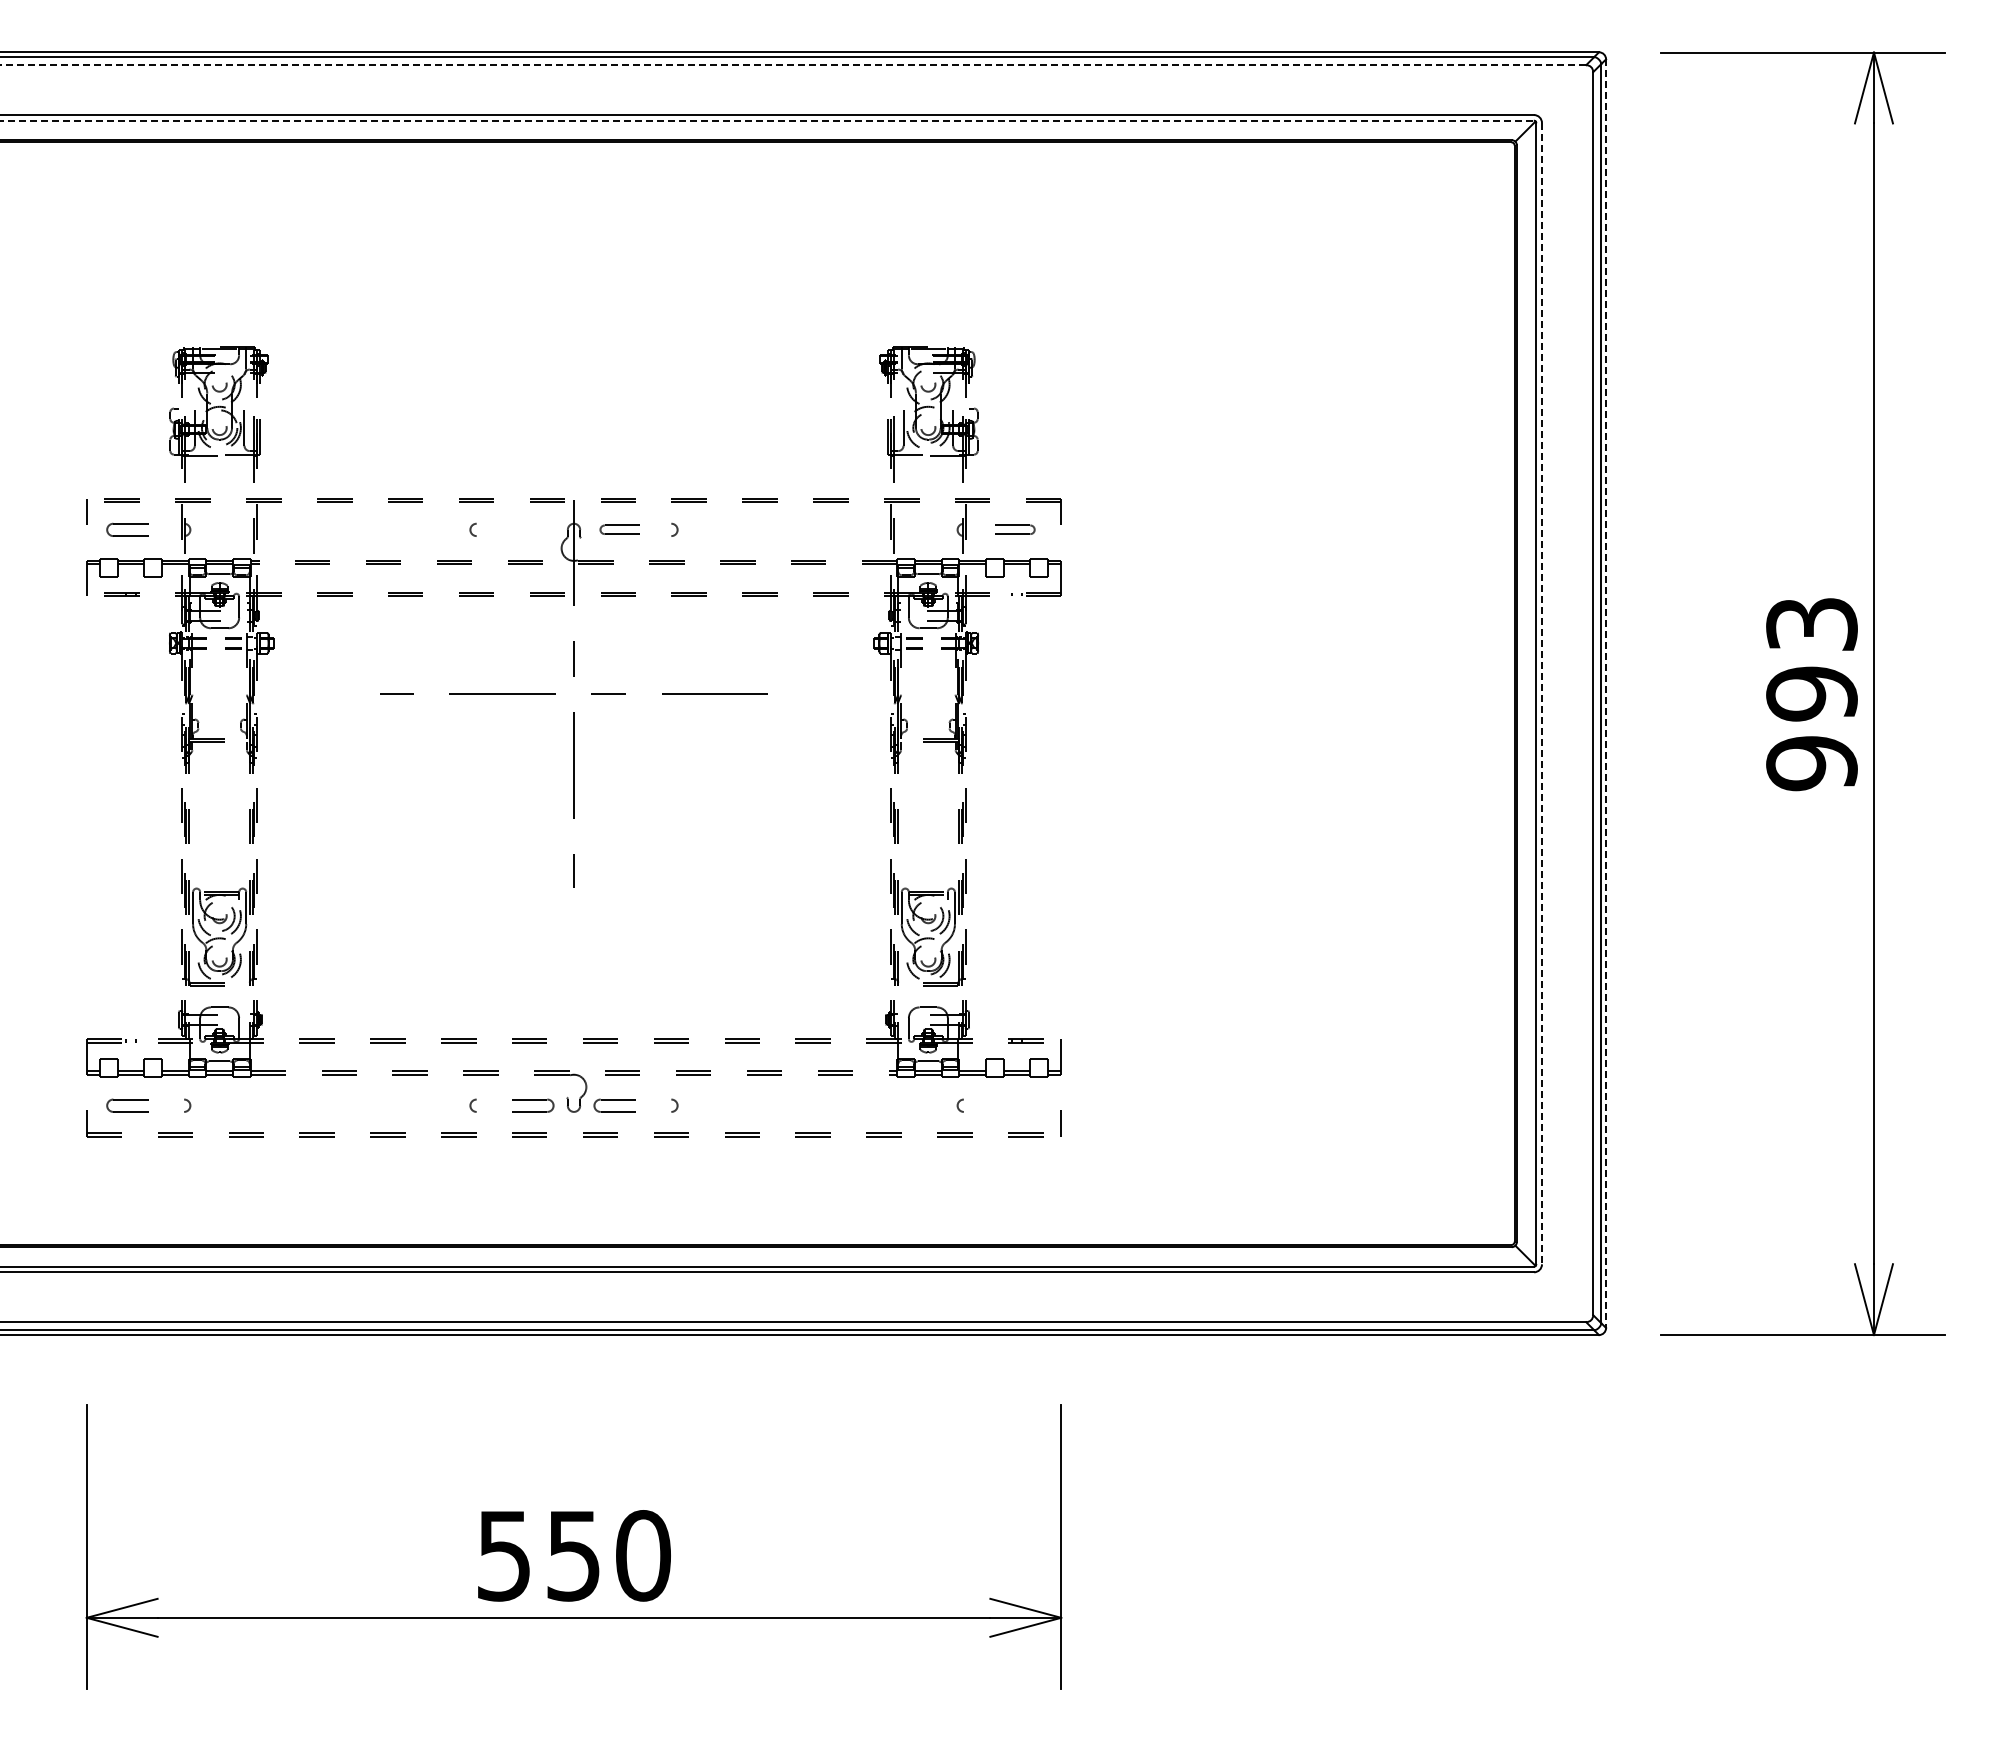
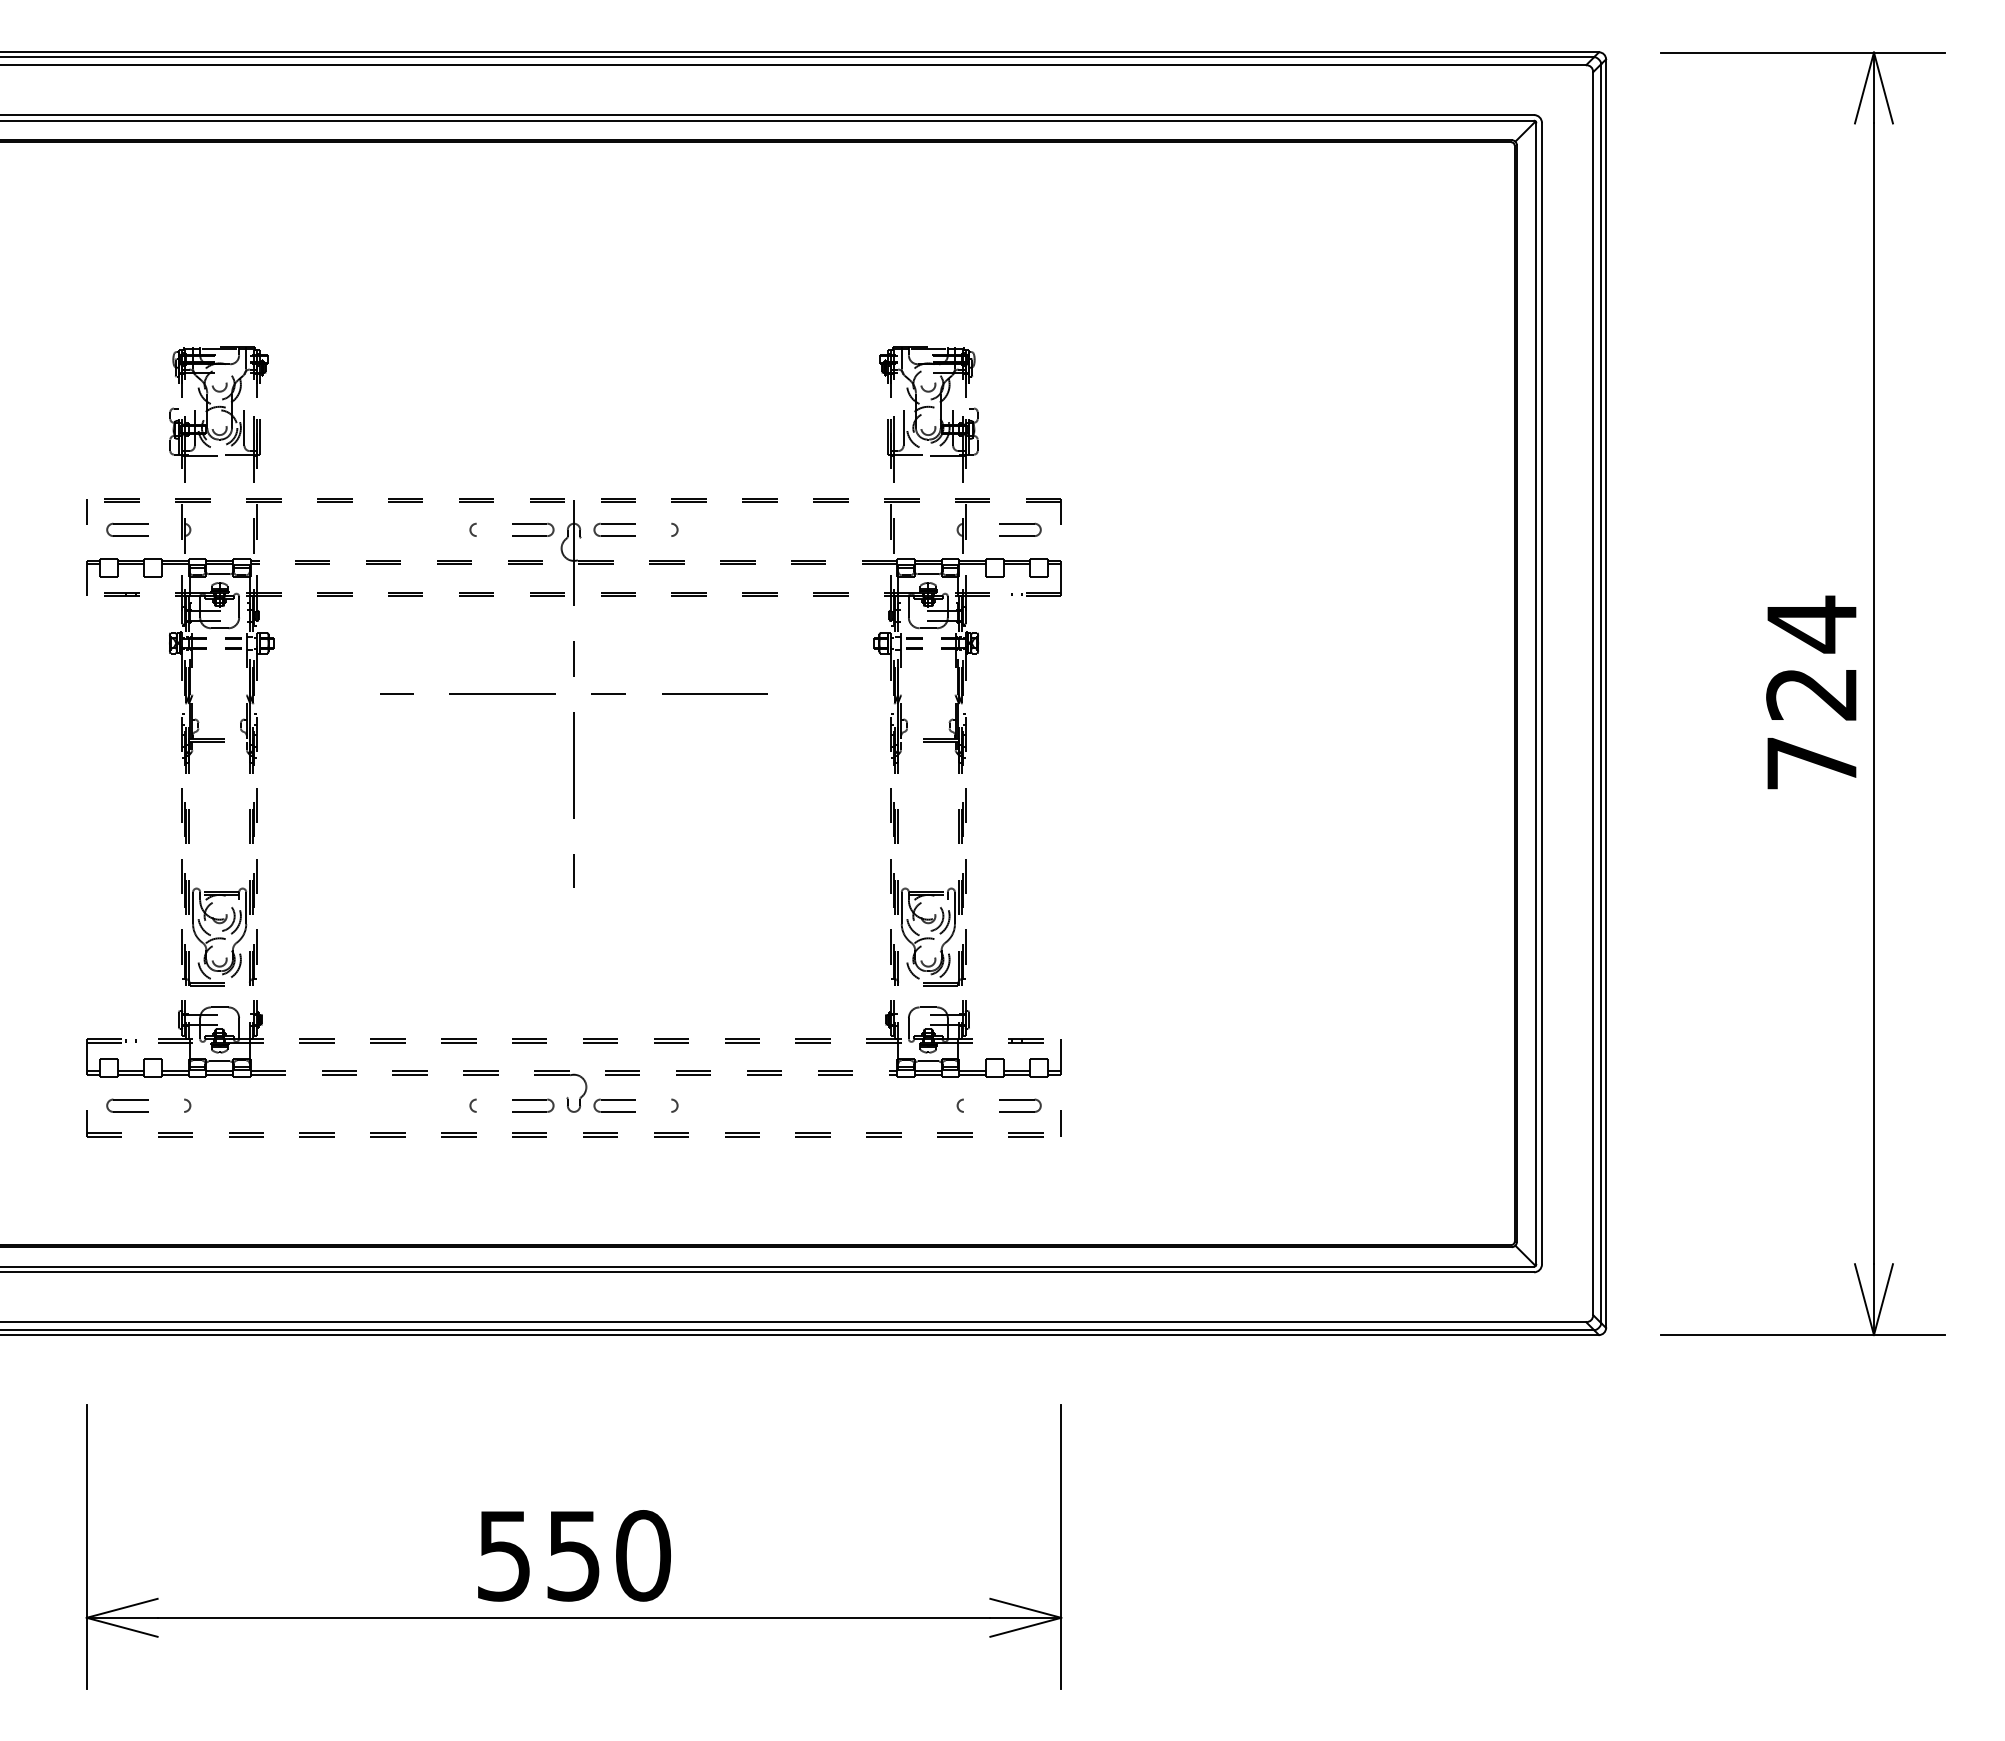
line at (793, 65): dashed -> solid
line at (767, 120): dashed -> solid
part at (533, 529): none -> present
part at (617, 529) size: 37x11 px -> 43x15 px
part at (1017, 529) size: 37x11 px -> 43x15 px
line at (1542, 693): dashed -> solid
text at (1811, 693): 993 -> 724
line at (1606, 694): dashed -> solid
part at (1020, 1105): none -> present
